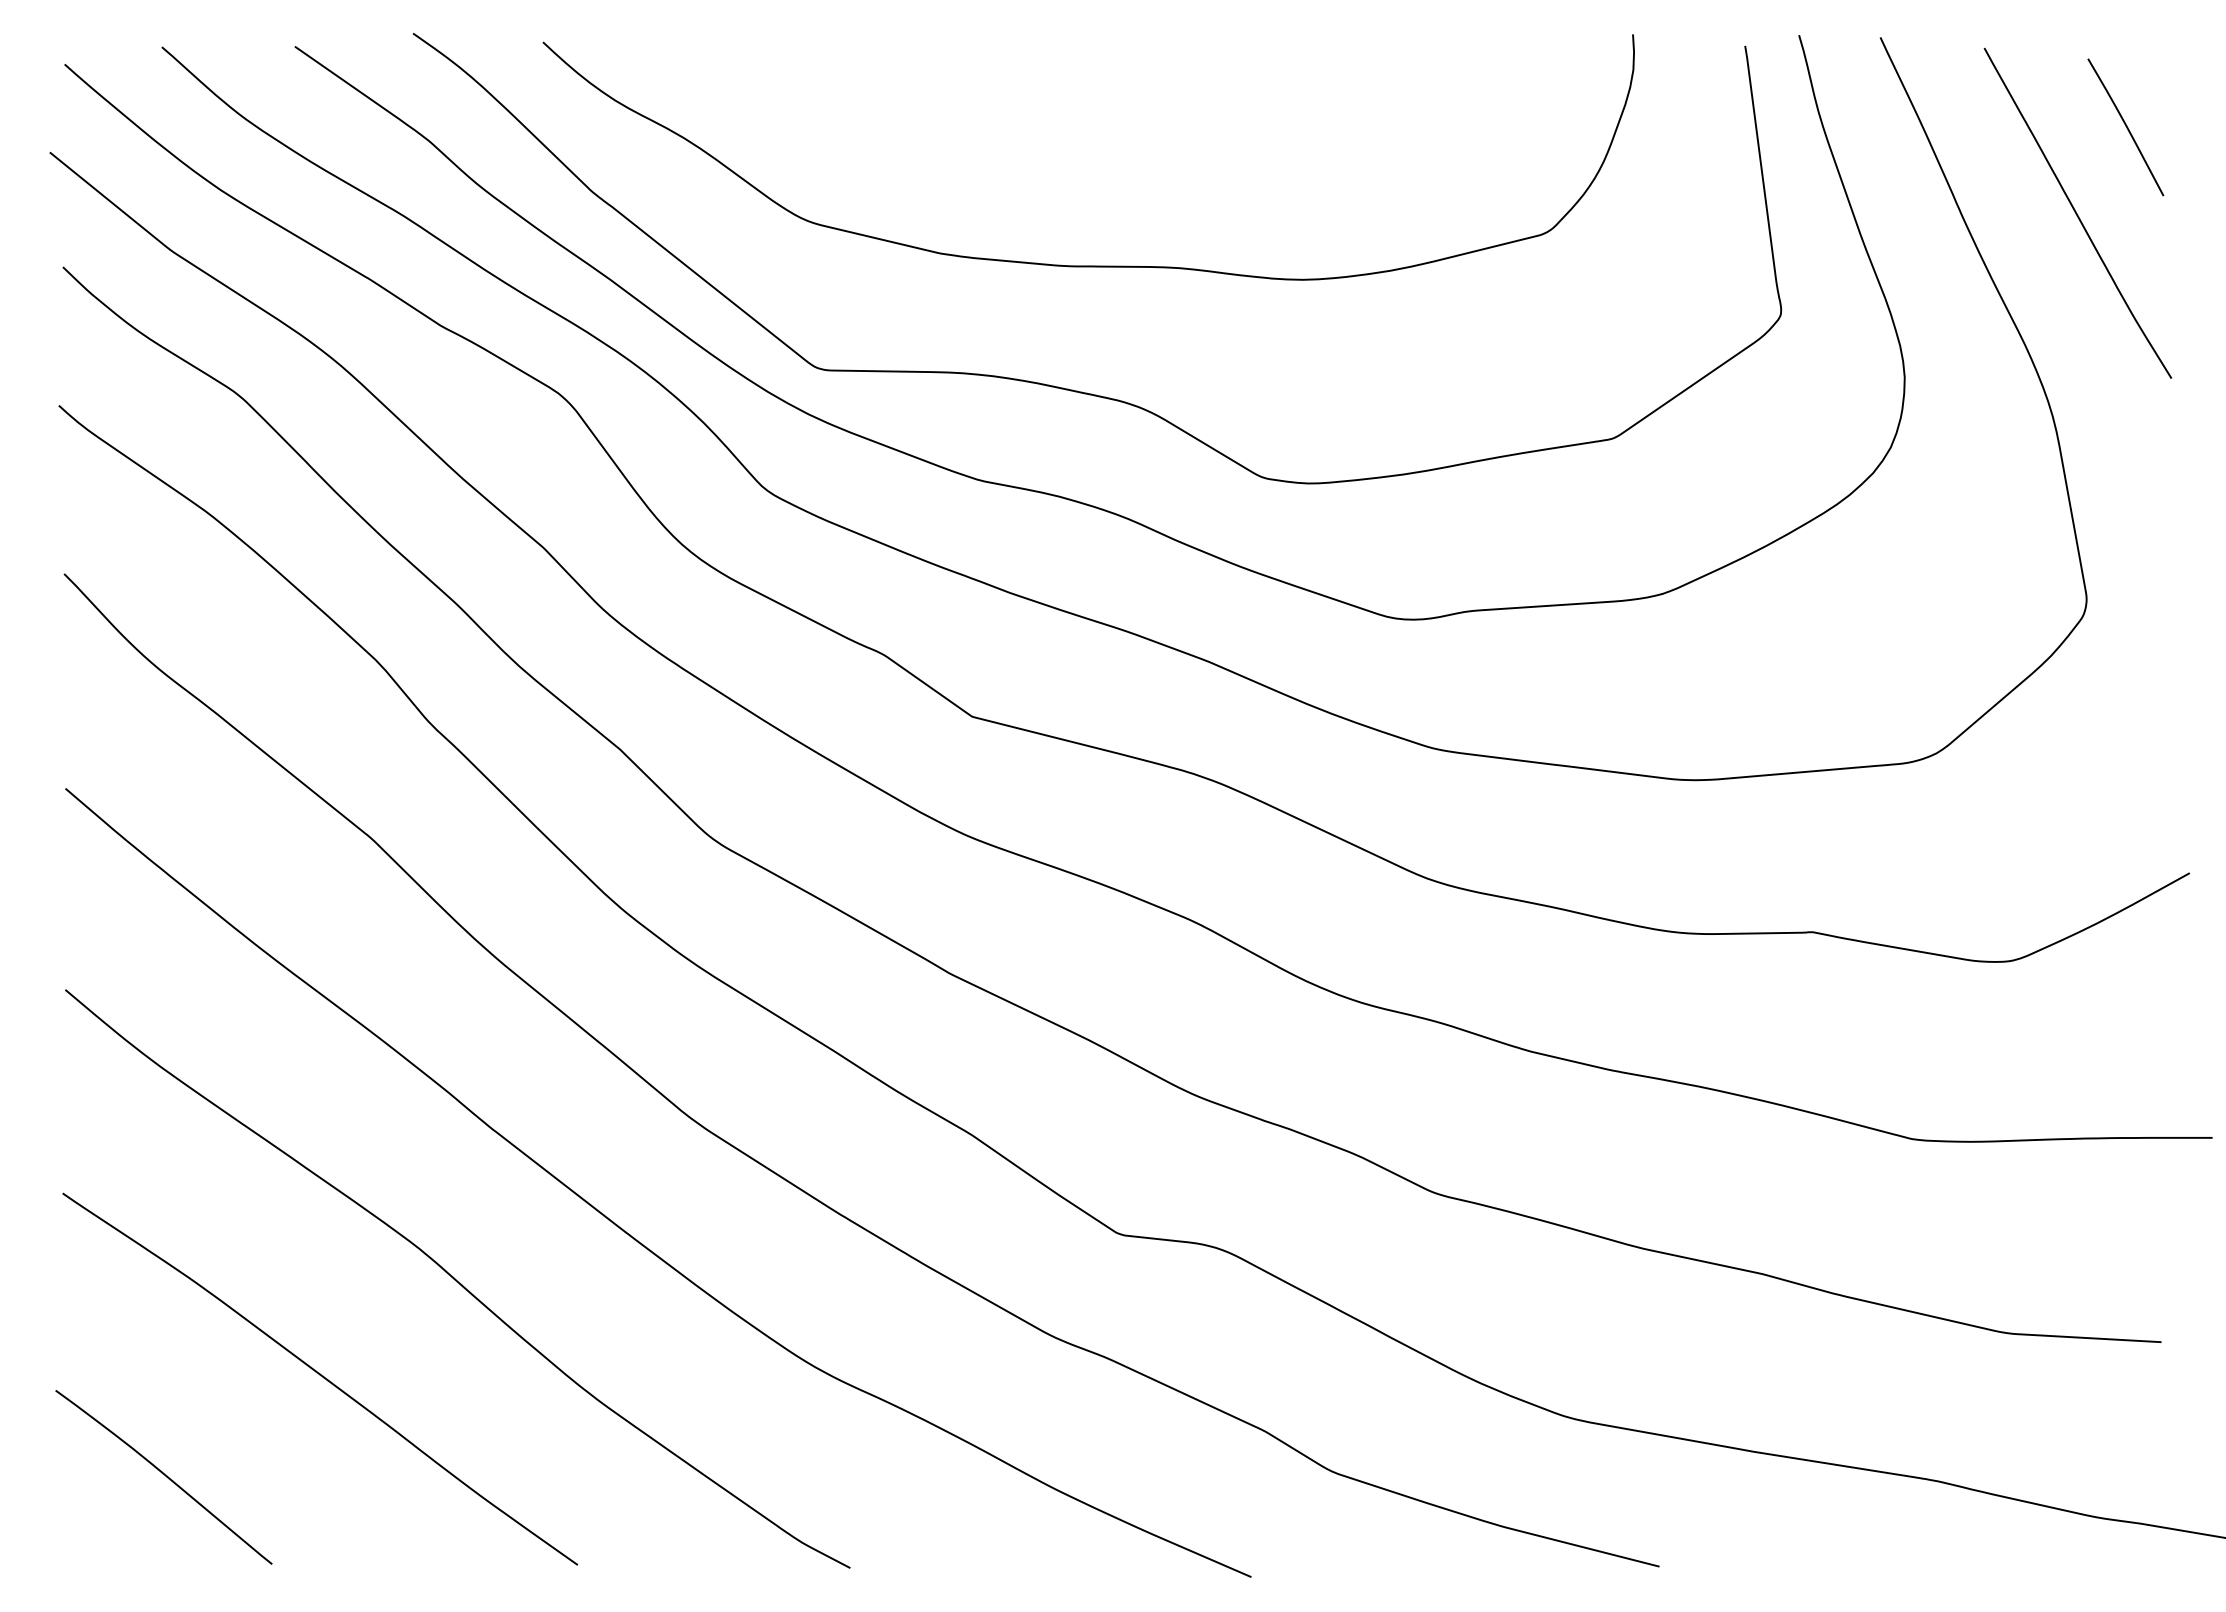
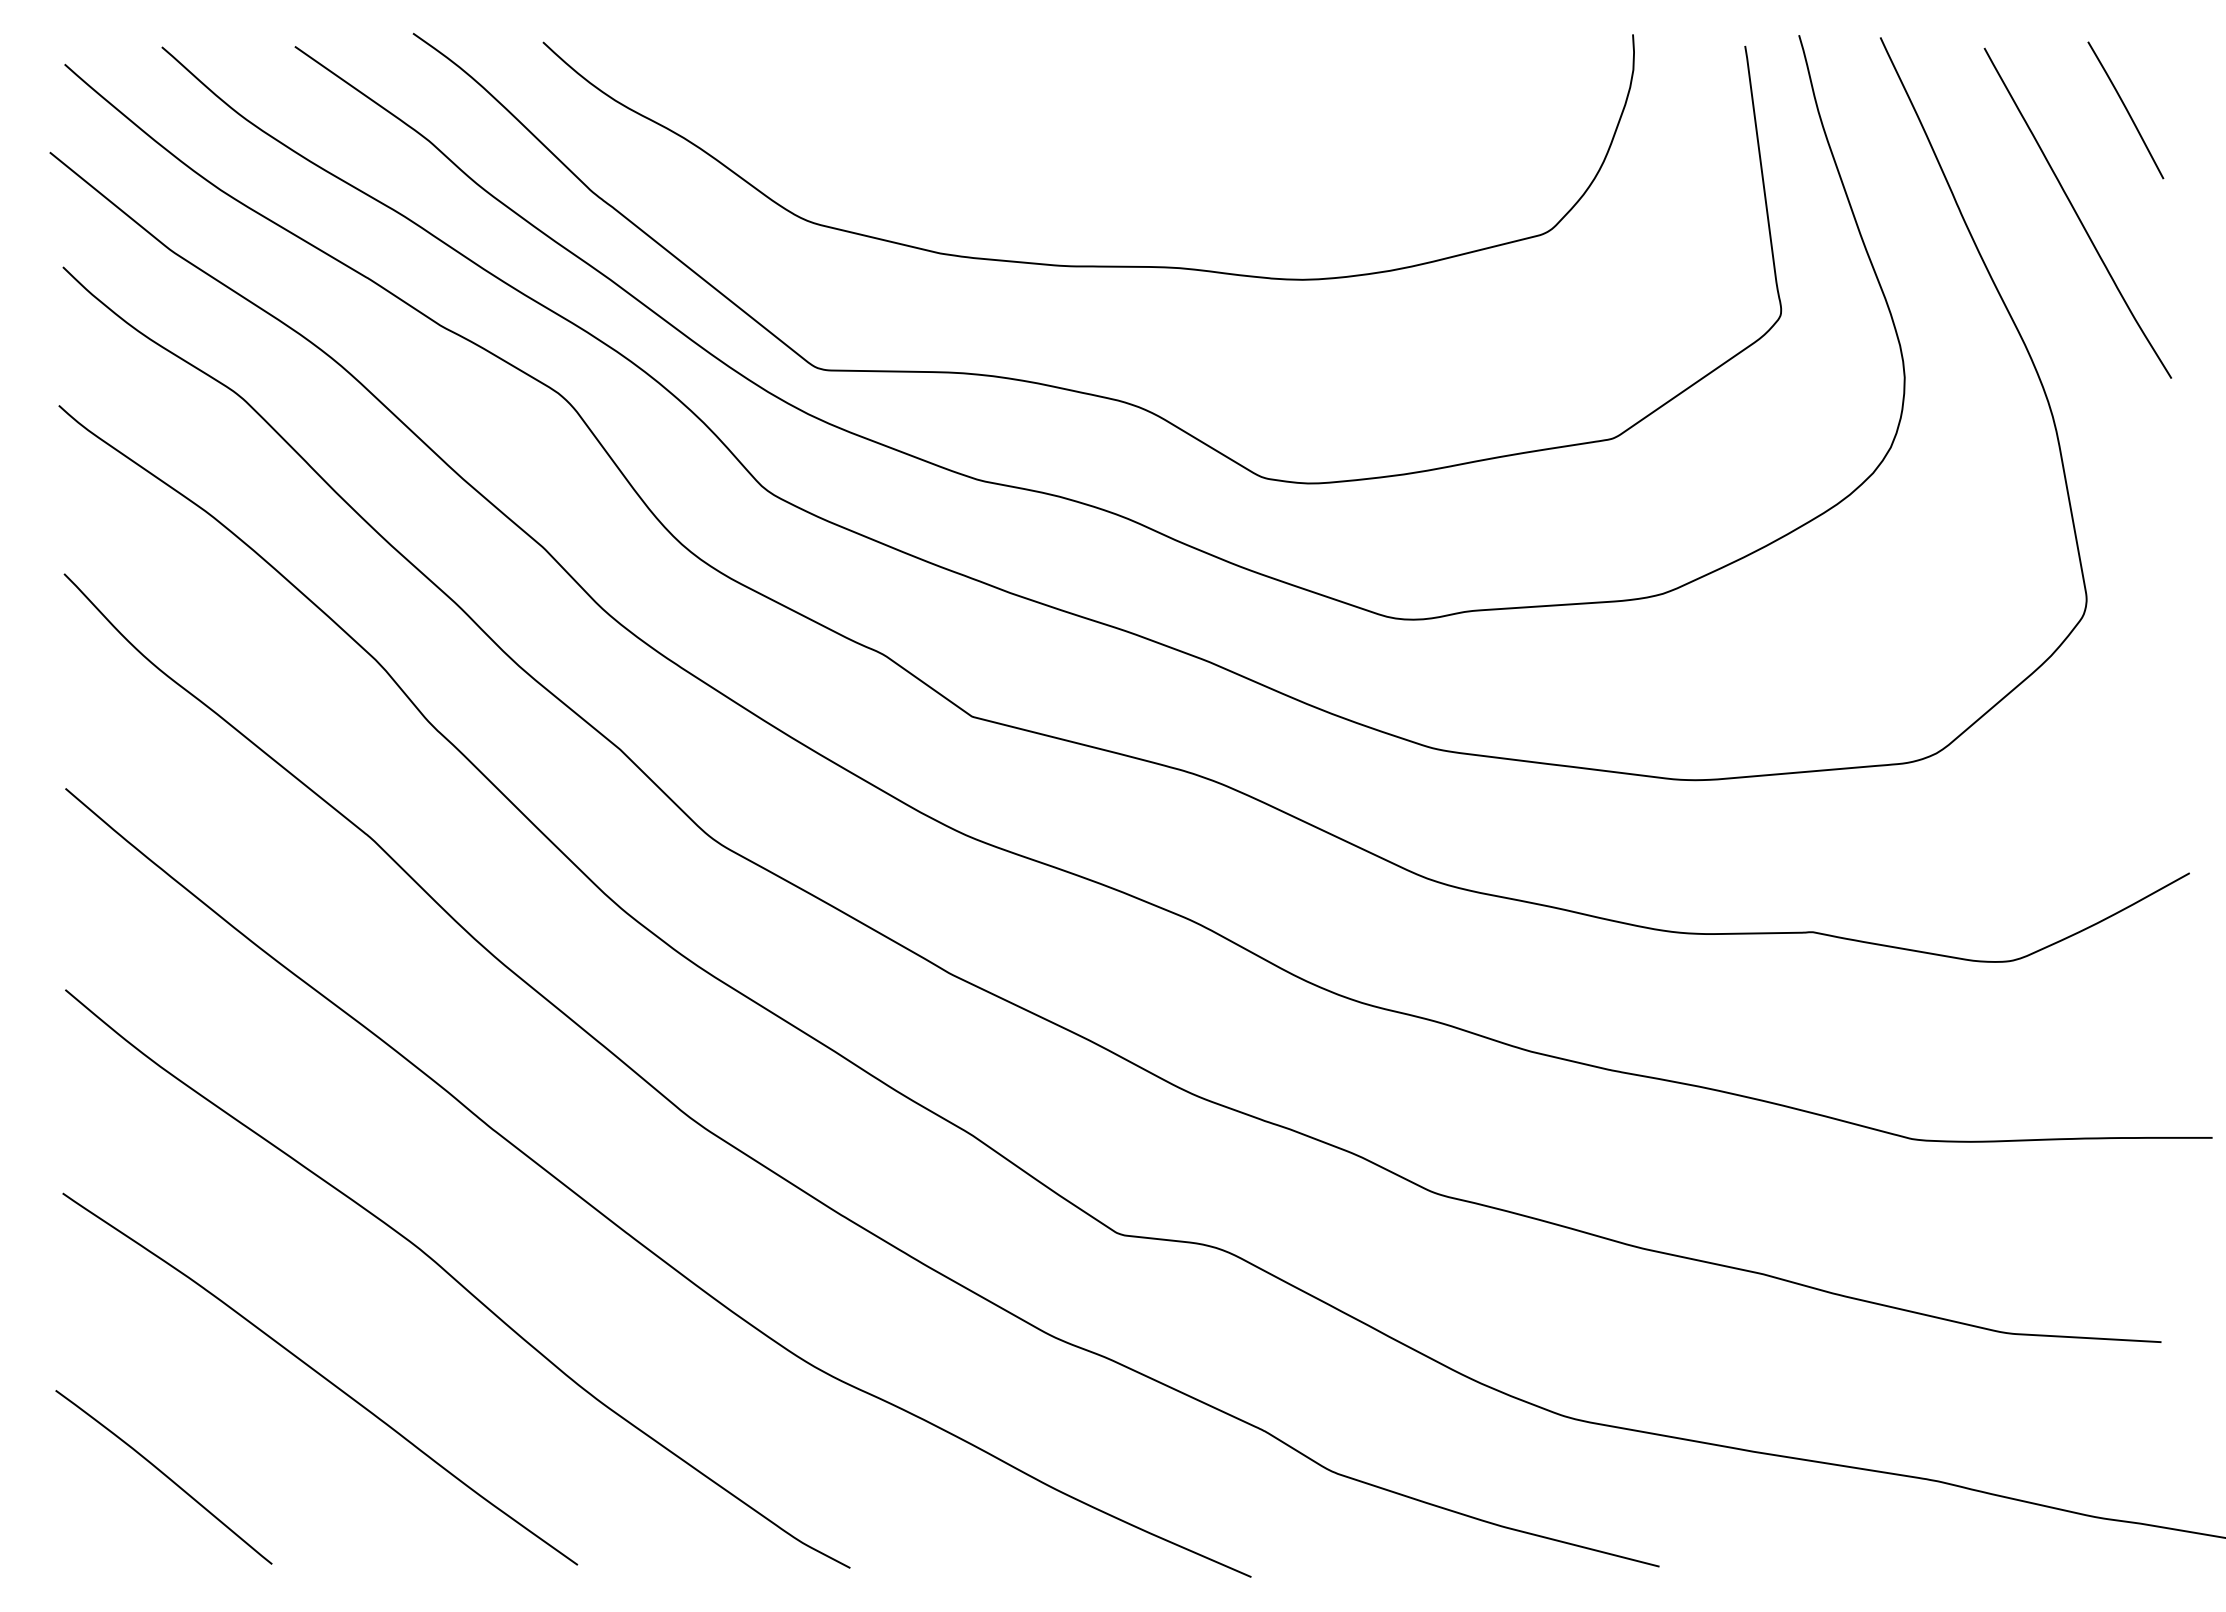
curve at (2125, 126) position: (2125, 126) -> (2125, 109)
